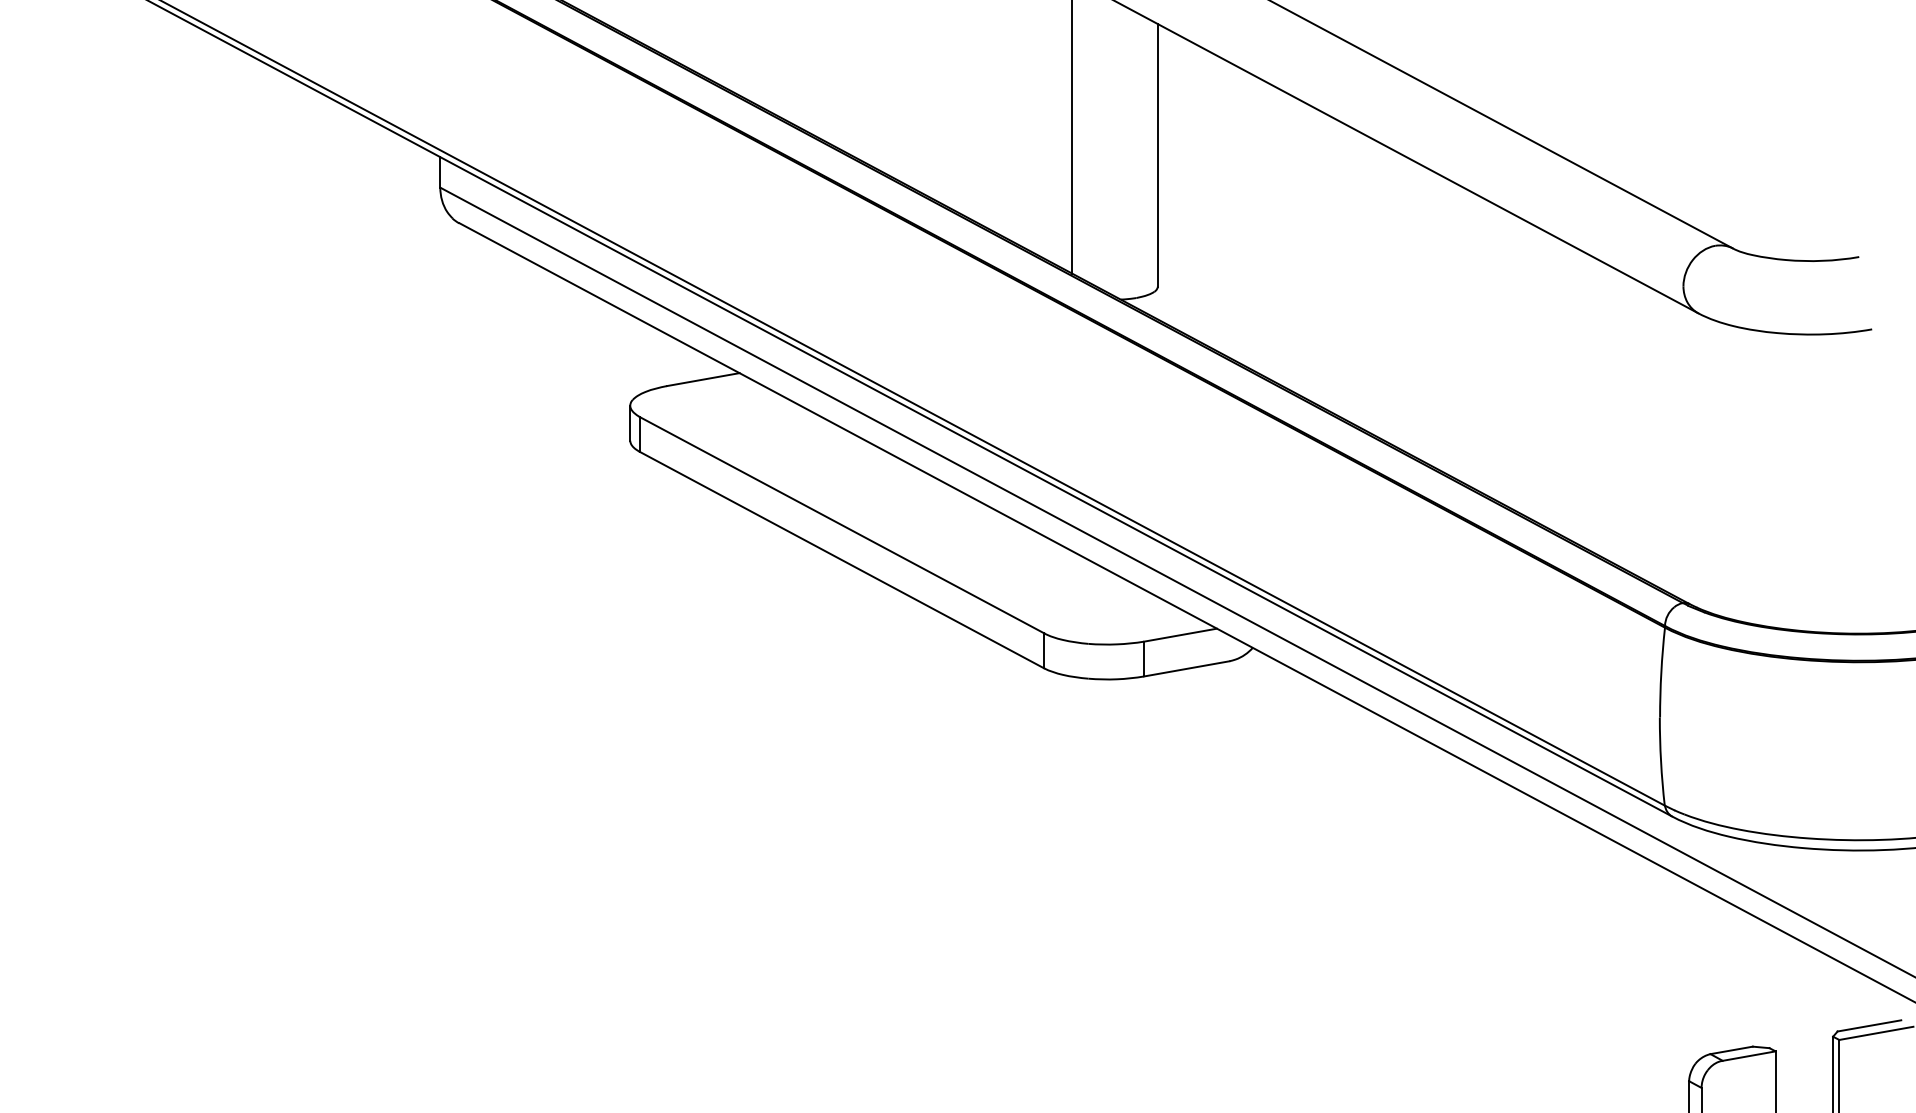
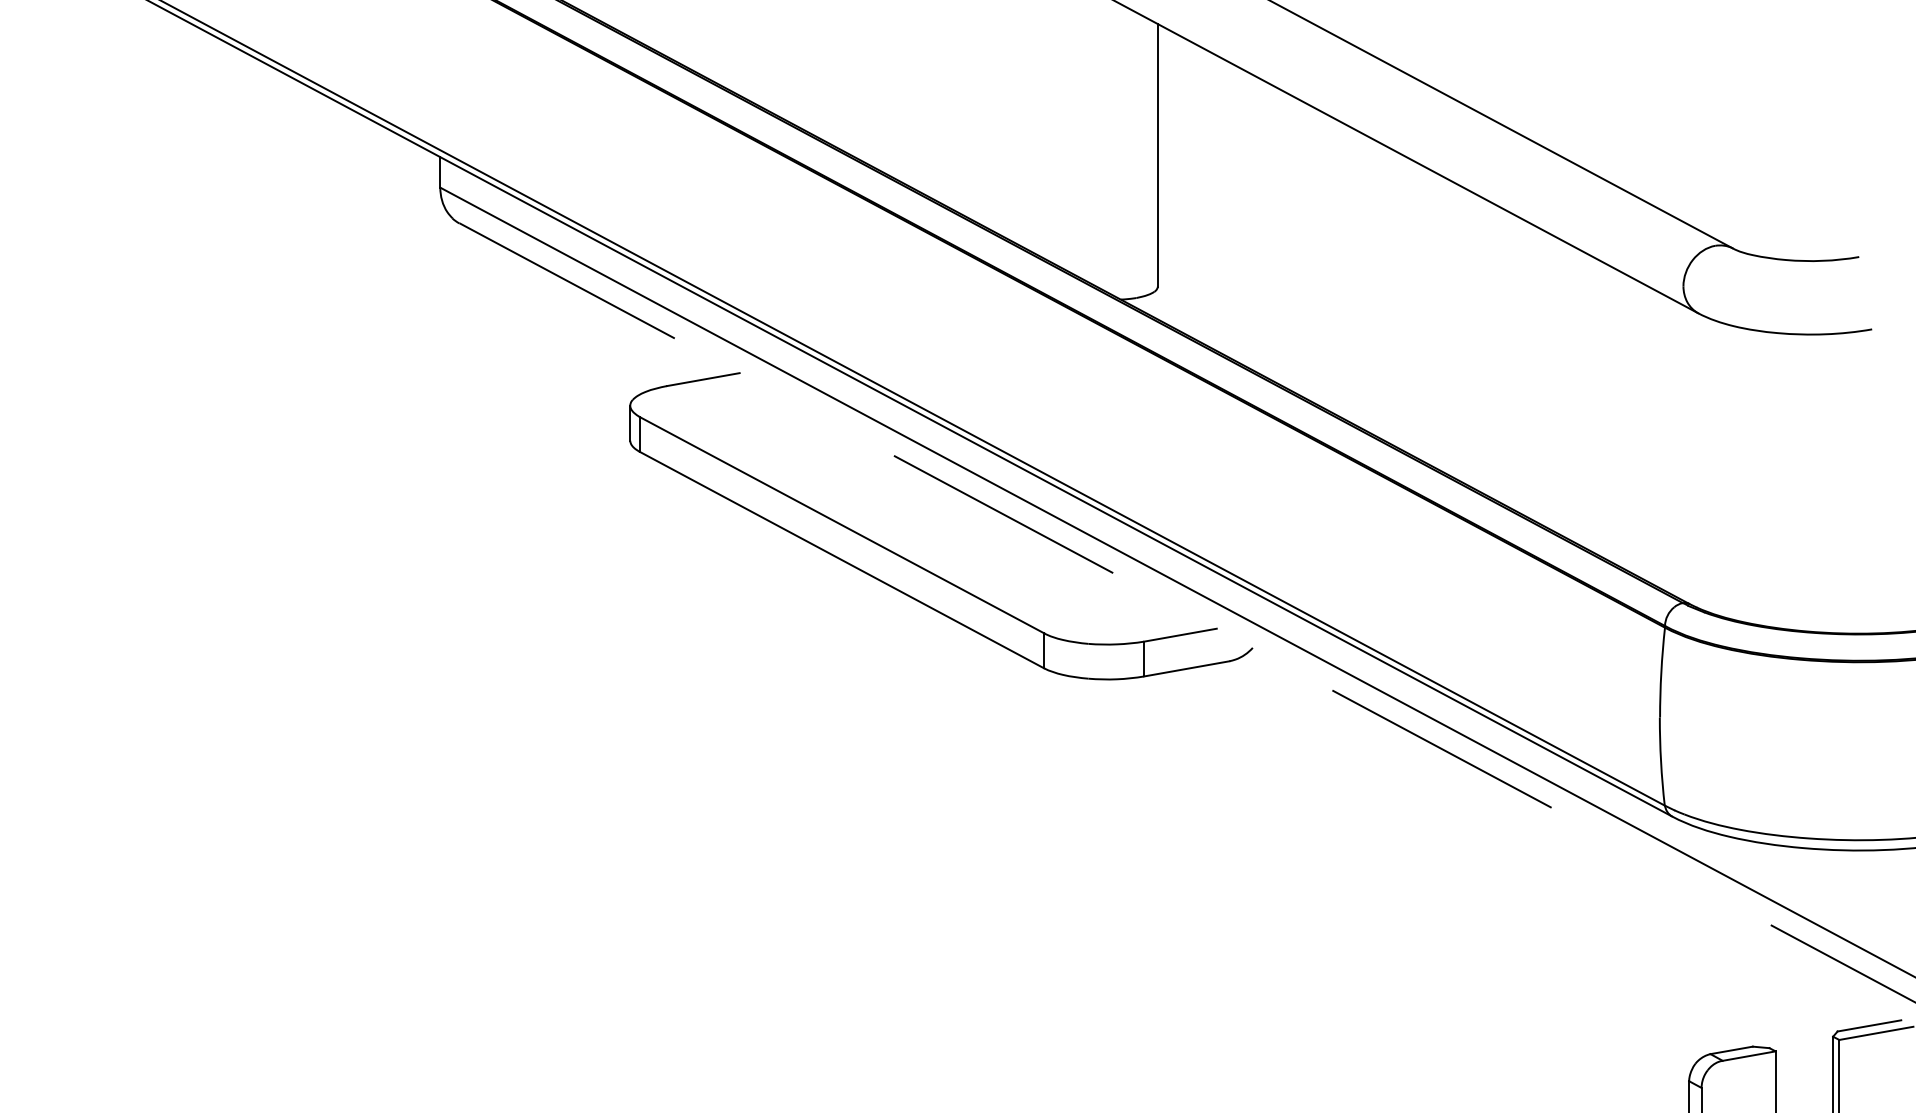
line at (1072, 137): present -> none
line at (1187, 613): solid -> dashed
